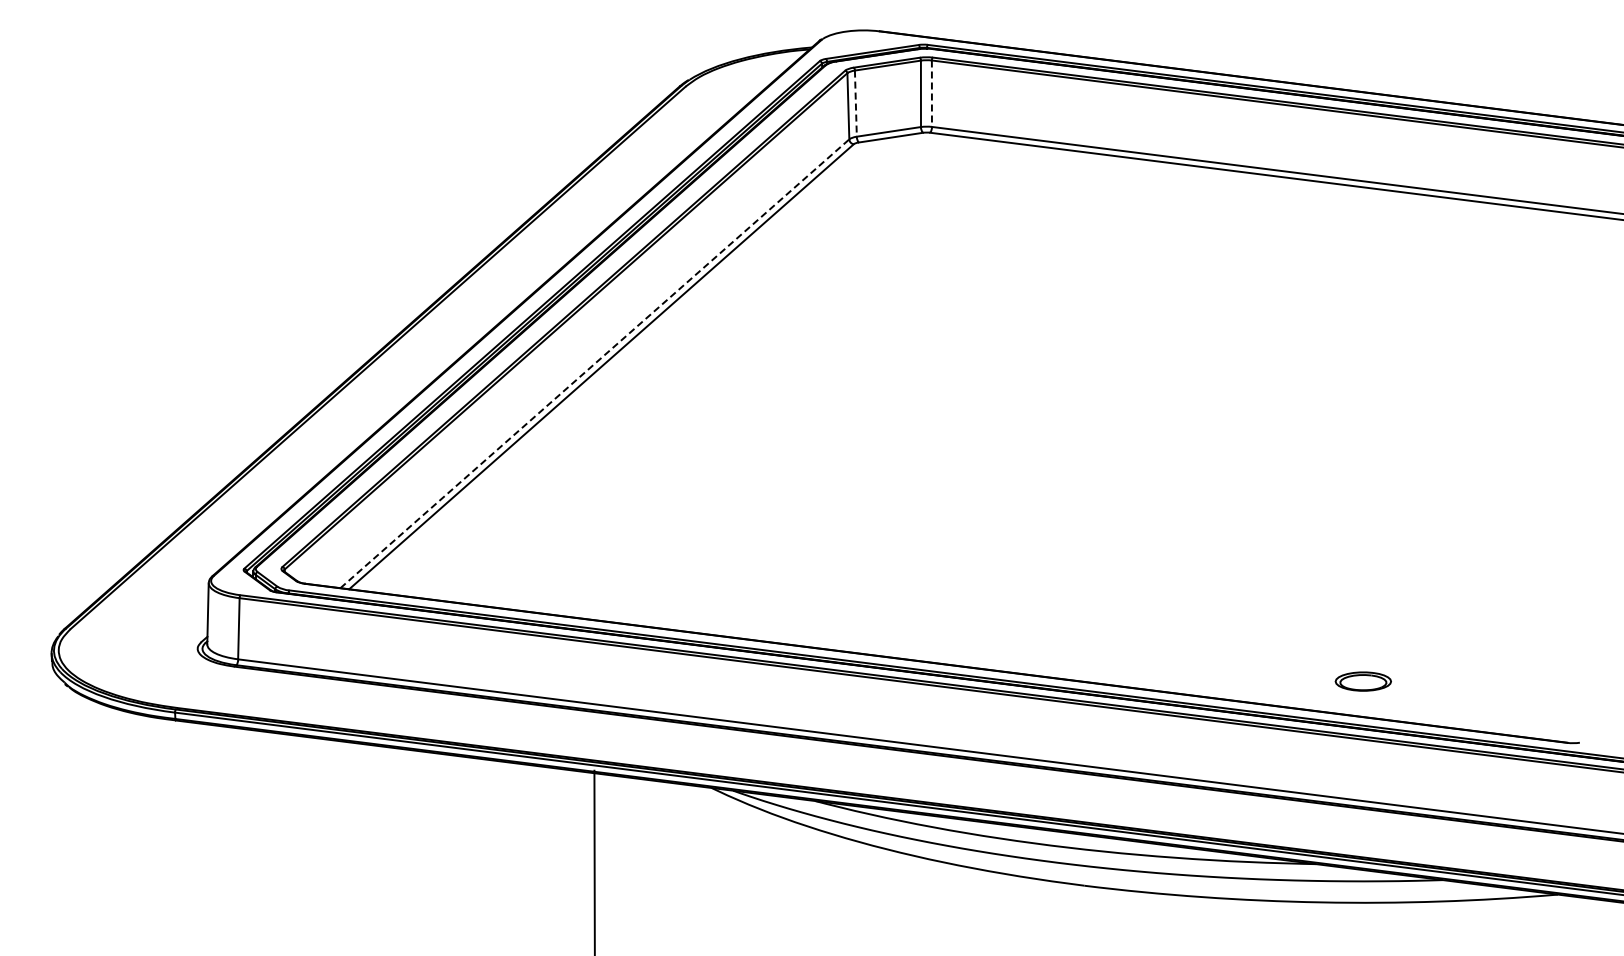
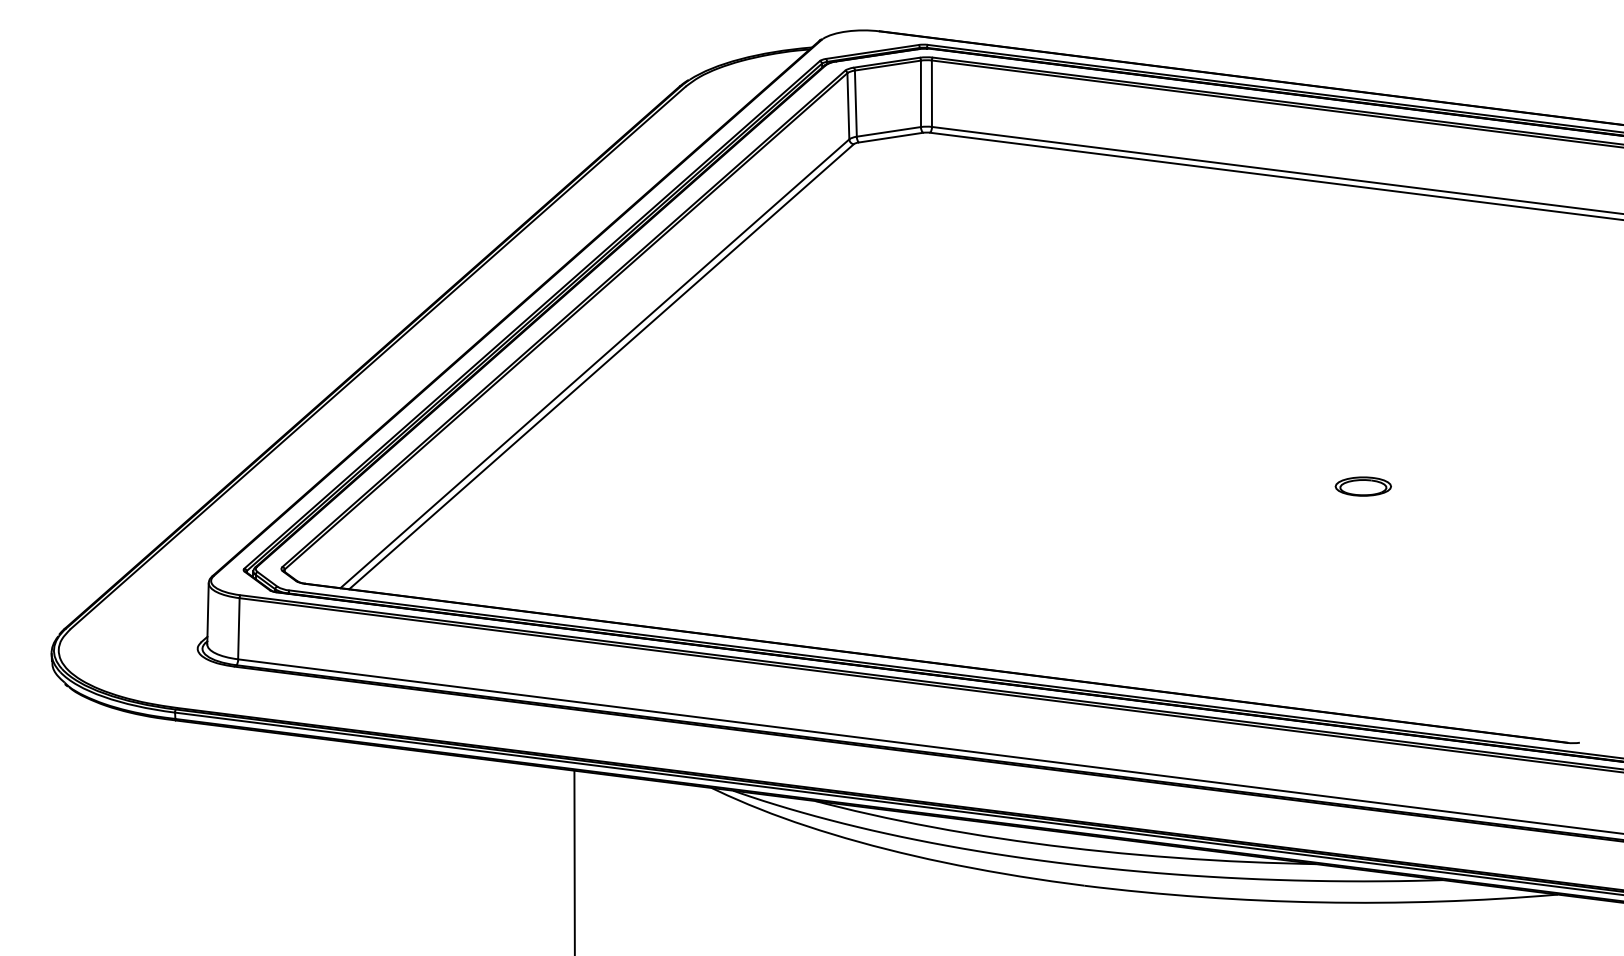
line at (931, 94): dashed -> solid
line at (855, 104): dashed -> solid
line at (595, 363): dashed -> solid
part at (1362, 681) position: (1362, 681) -> (1362, 486)
line at (594, 861) position: (594, 861) -> (574, 861)
